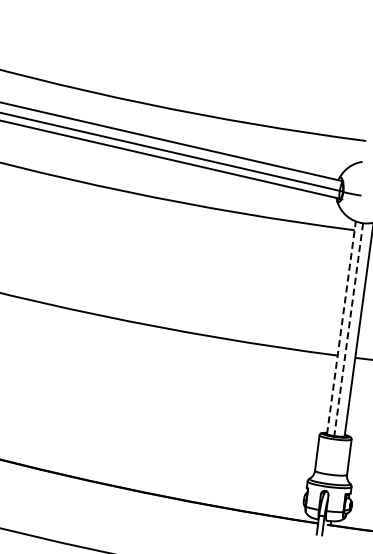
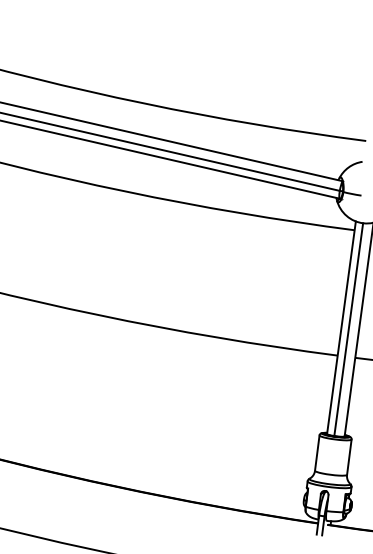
line at (341, 327): dashed -> solid
line at (348, 330): dashed -> solid
